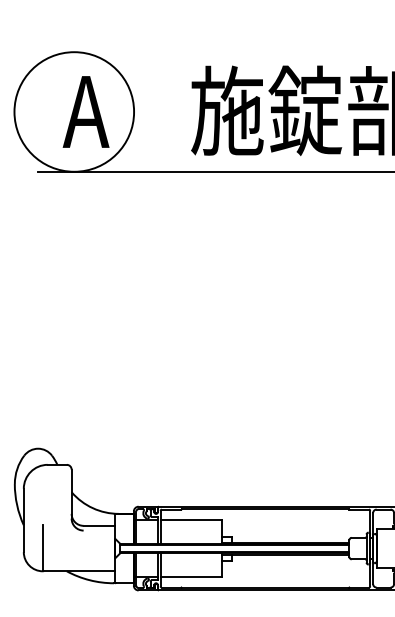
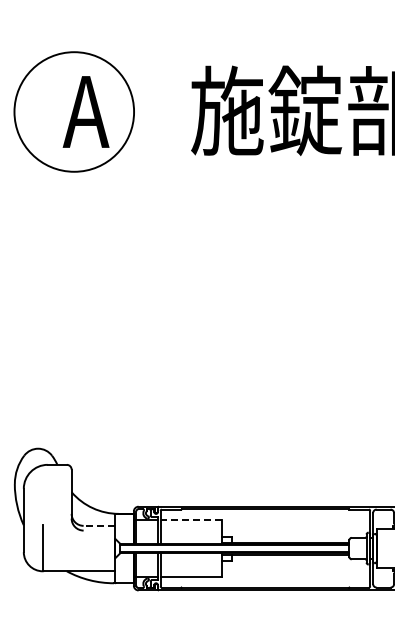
line at (214, 171): present -> none
line at (191, 519): solid -> dashed
line at (99, 525): solid -> dashed
